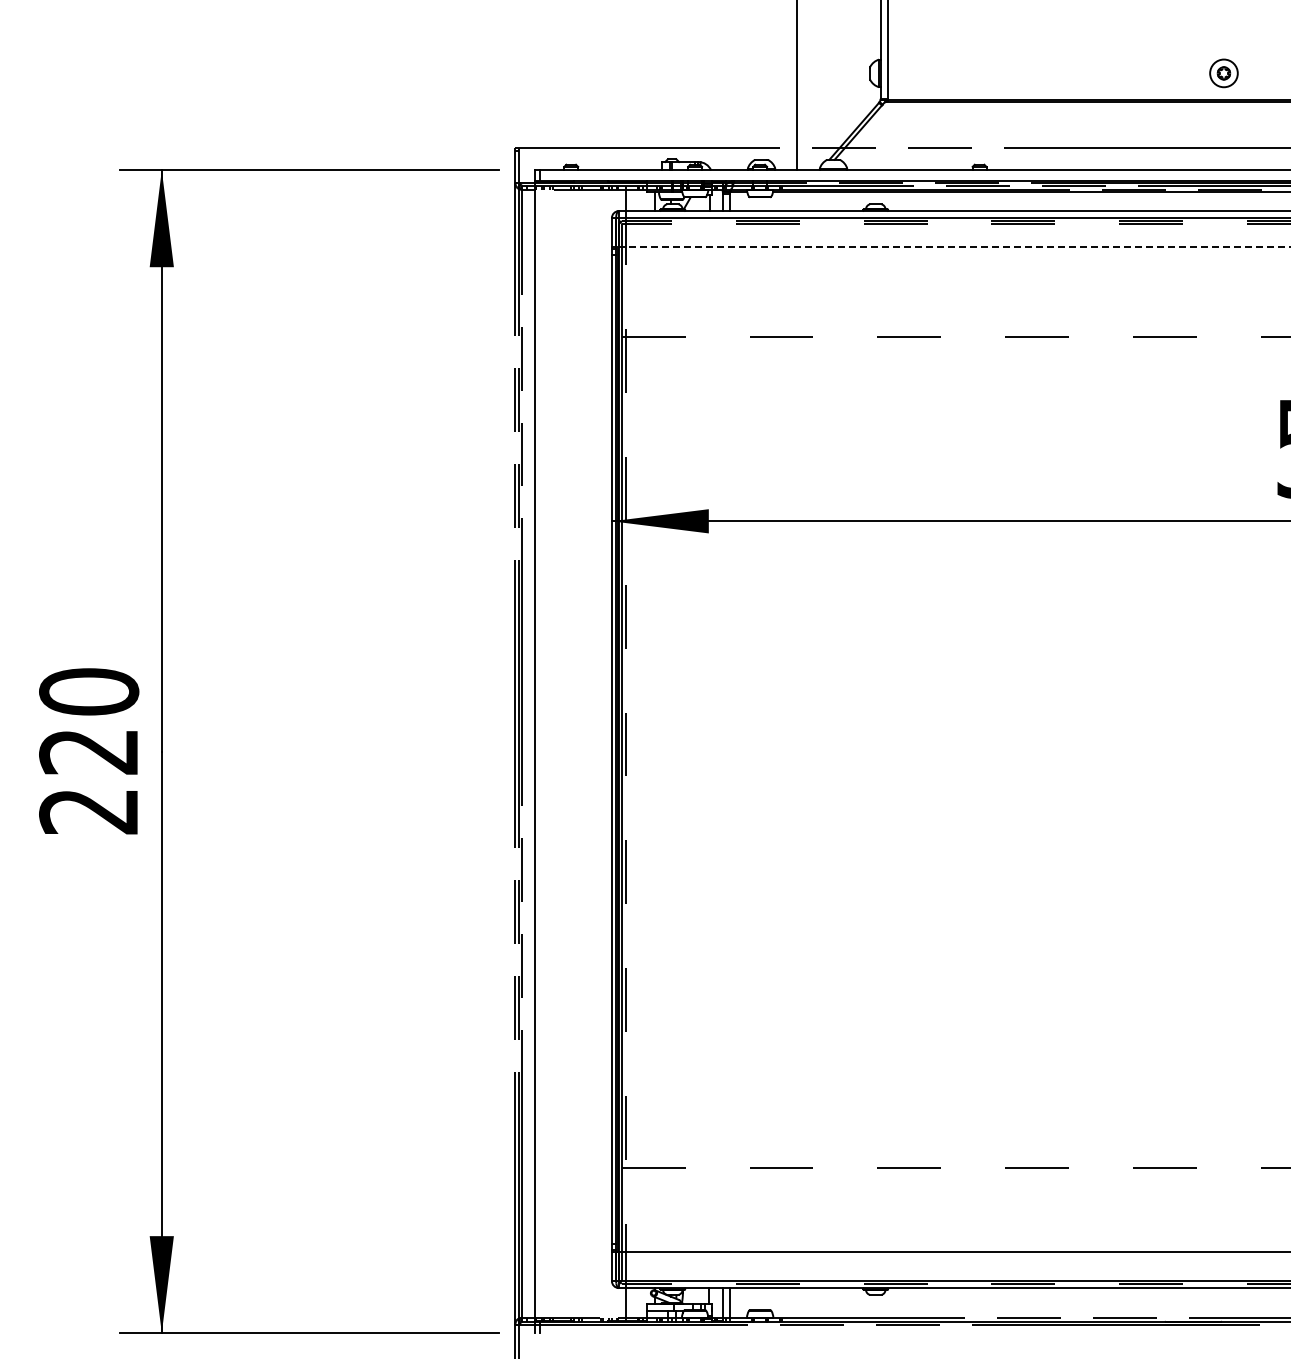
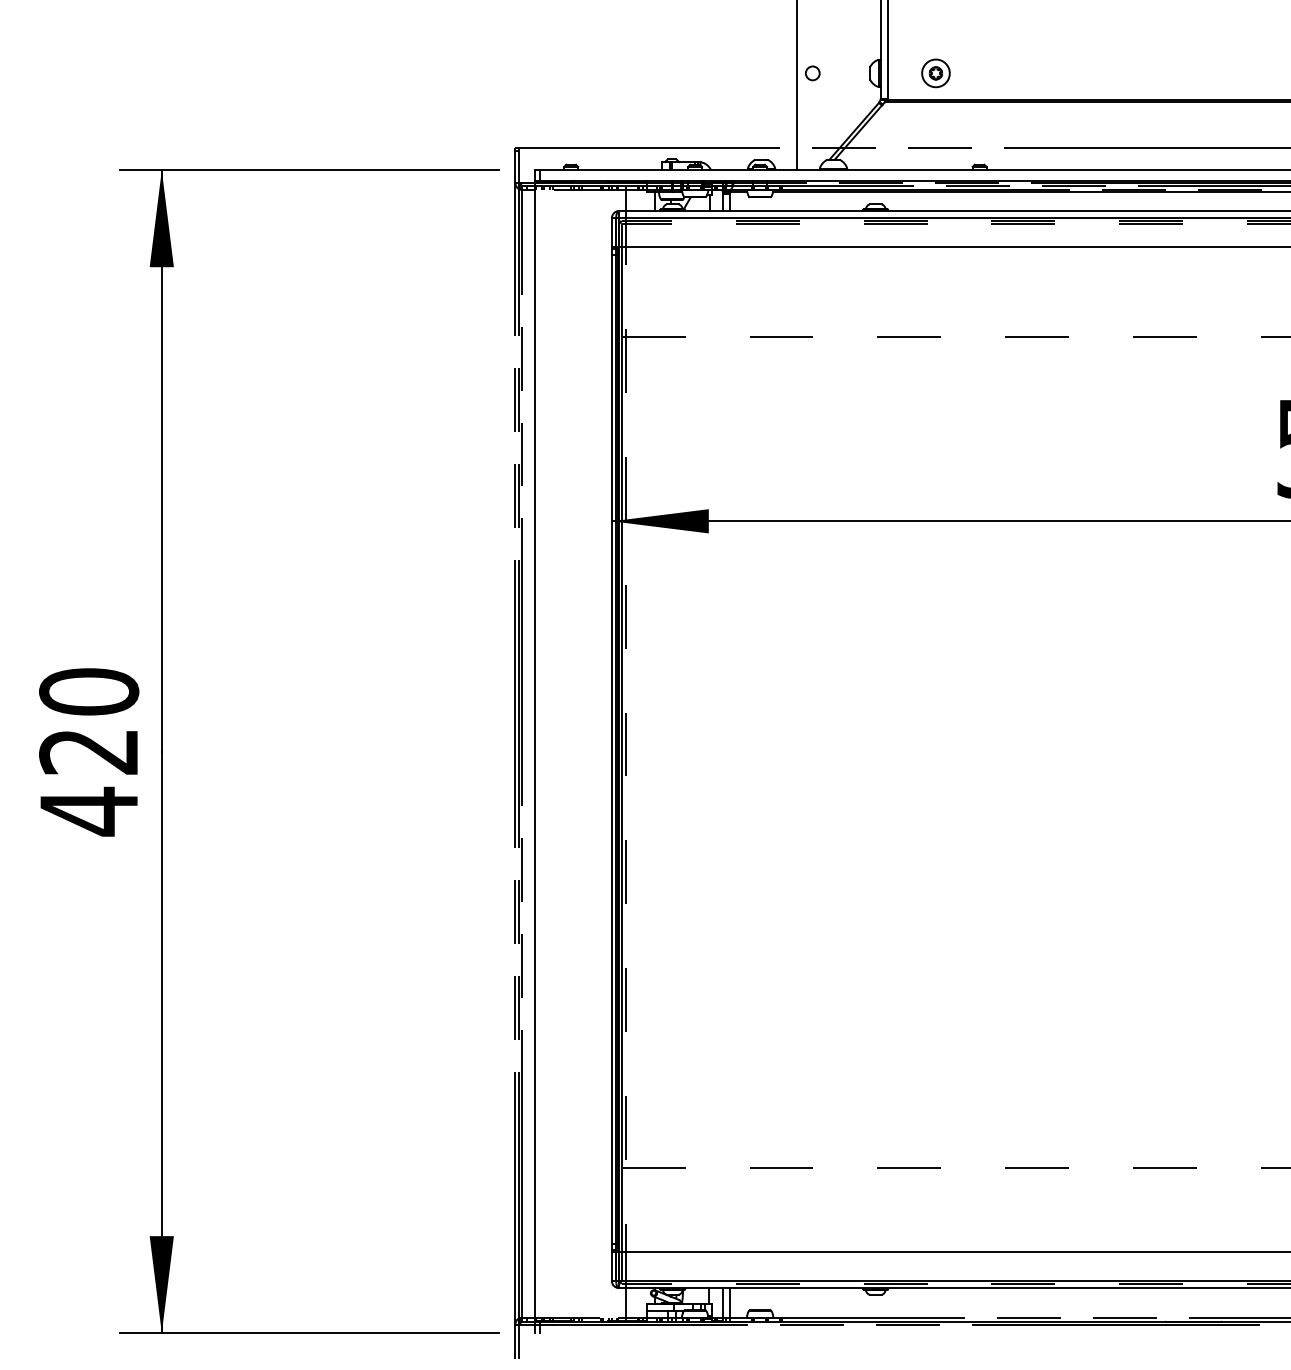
circle at (812, 73): none -> present
part at (1223, 73) position: (1223, 73) -> (935, 73)
line at (953, 247): dashed -> solid
text at (88, 811): 220 -> 420
